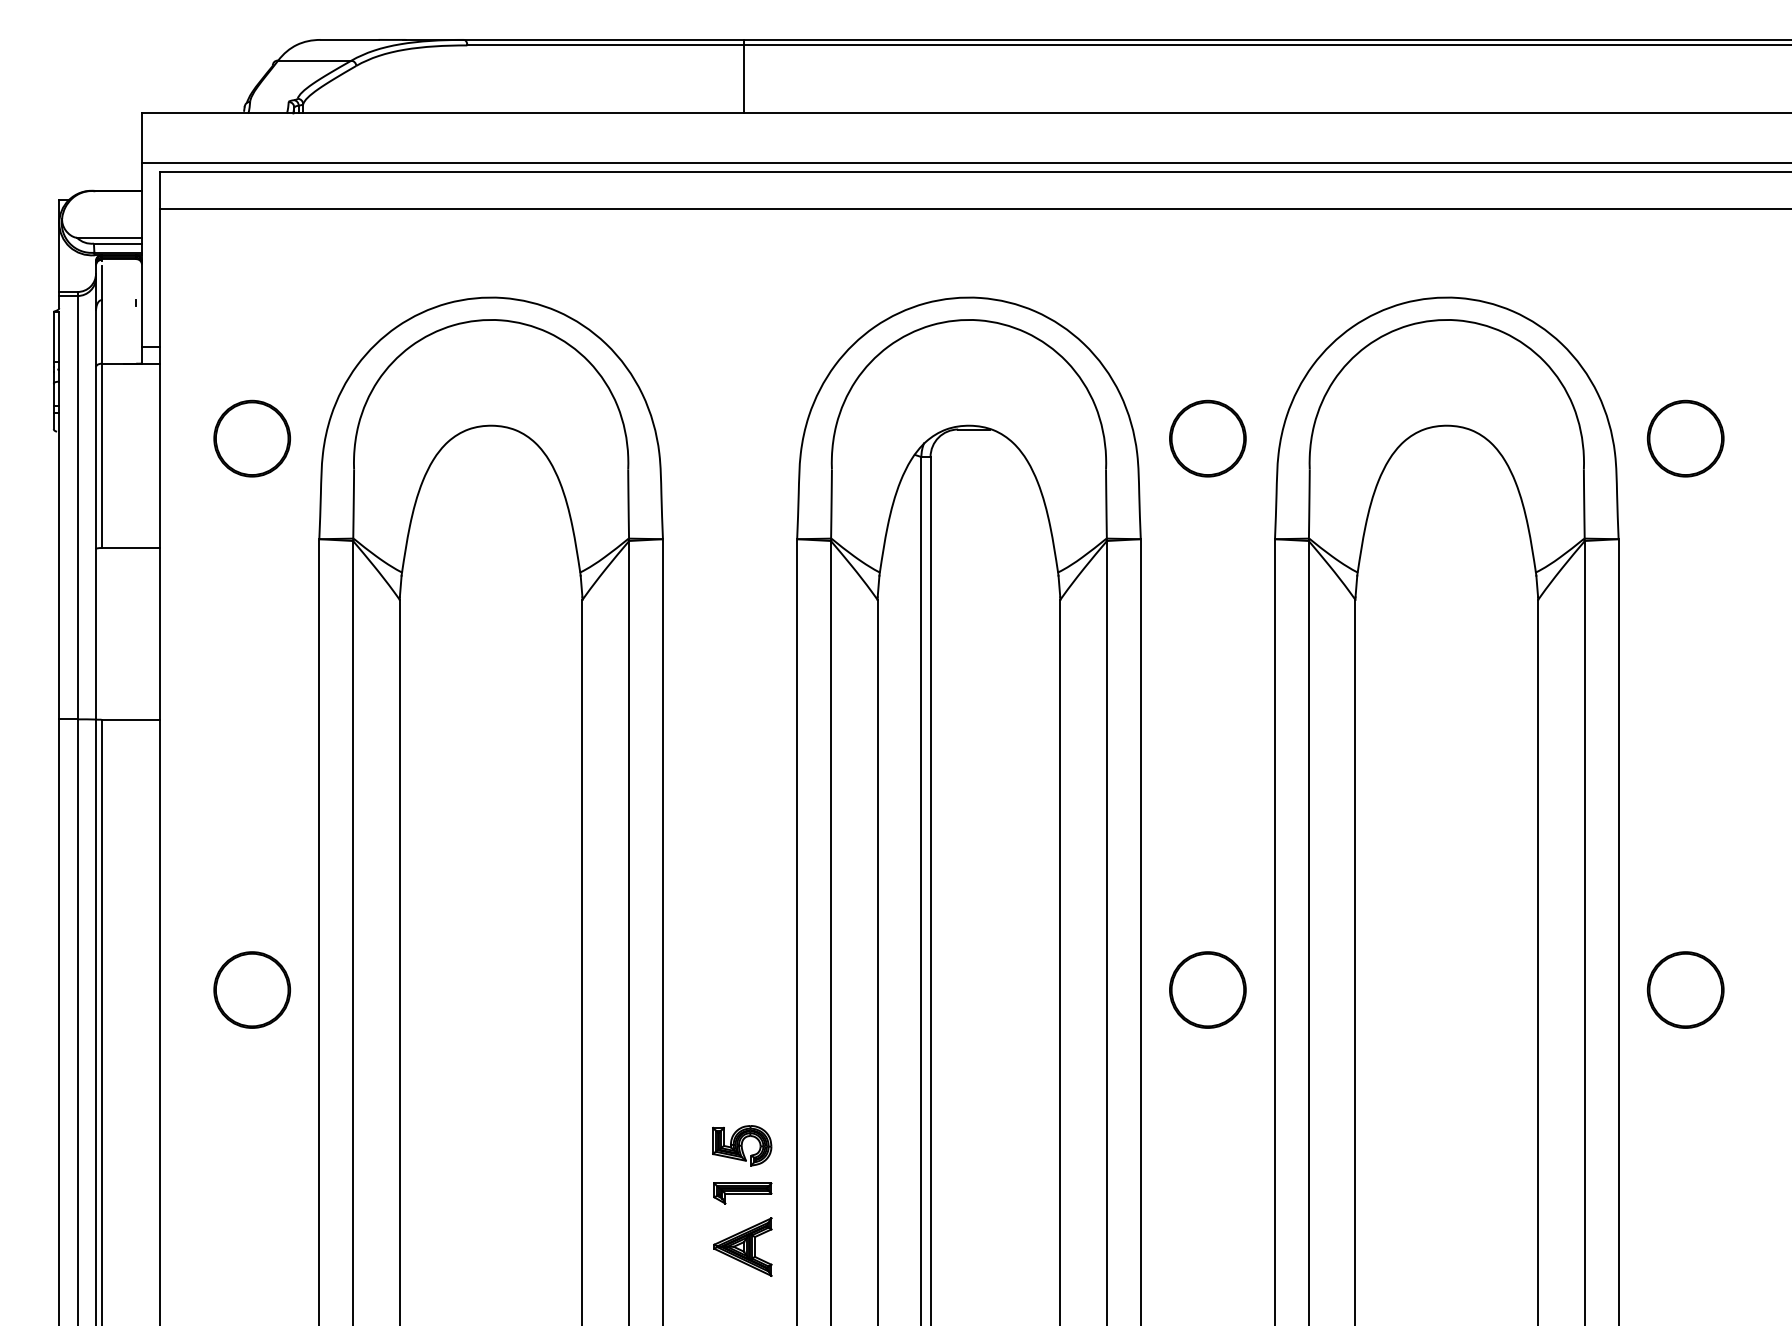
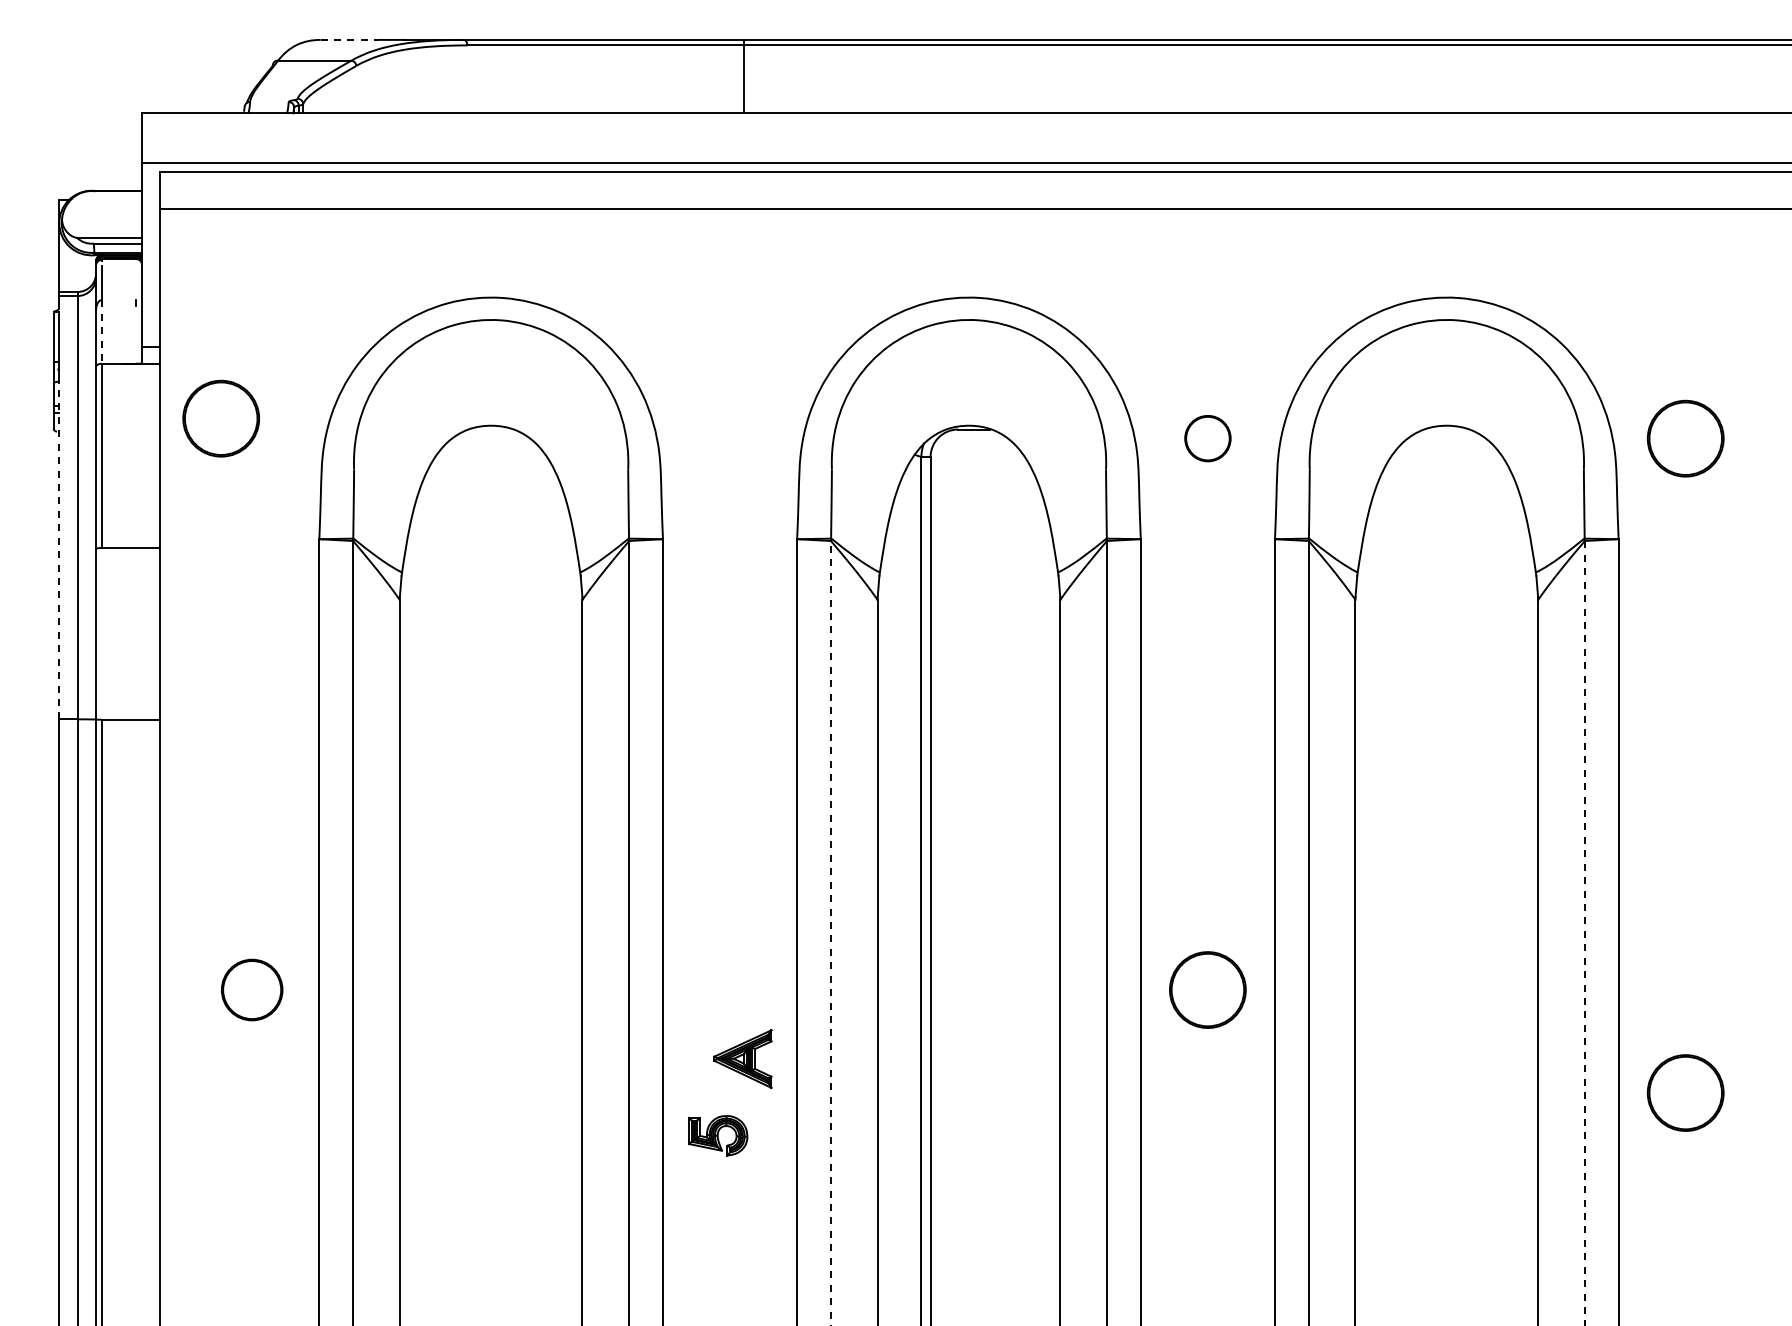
line at (349, 39): solid -> dashed
line at (101, 332): solid -> dashed
part at (251, 438) position: (251, 438) -> (220, 418)
part at (1207, 438) size: 78x79 px -> 48x48 px
line at (59, 550): solid -> dashed
line at (831, 933): solid -> dashed
line at (1584, 933): solid -> dashed
part at (251, 989) size: 78x78 px -> 63x64 px
part at (1685, 989) position: (1685, 989) -> (1685, 1092)
part at (742, 1145) position: (742, 1145) -> (718, 1135)
part at (742, 1193): present -> none
part at (742, 1246) position: (742, 1246) -> (742, 1058)
